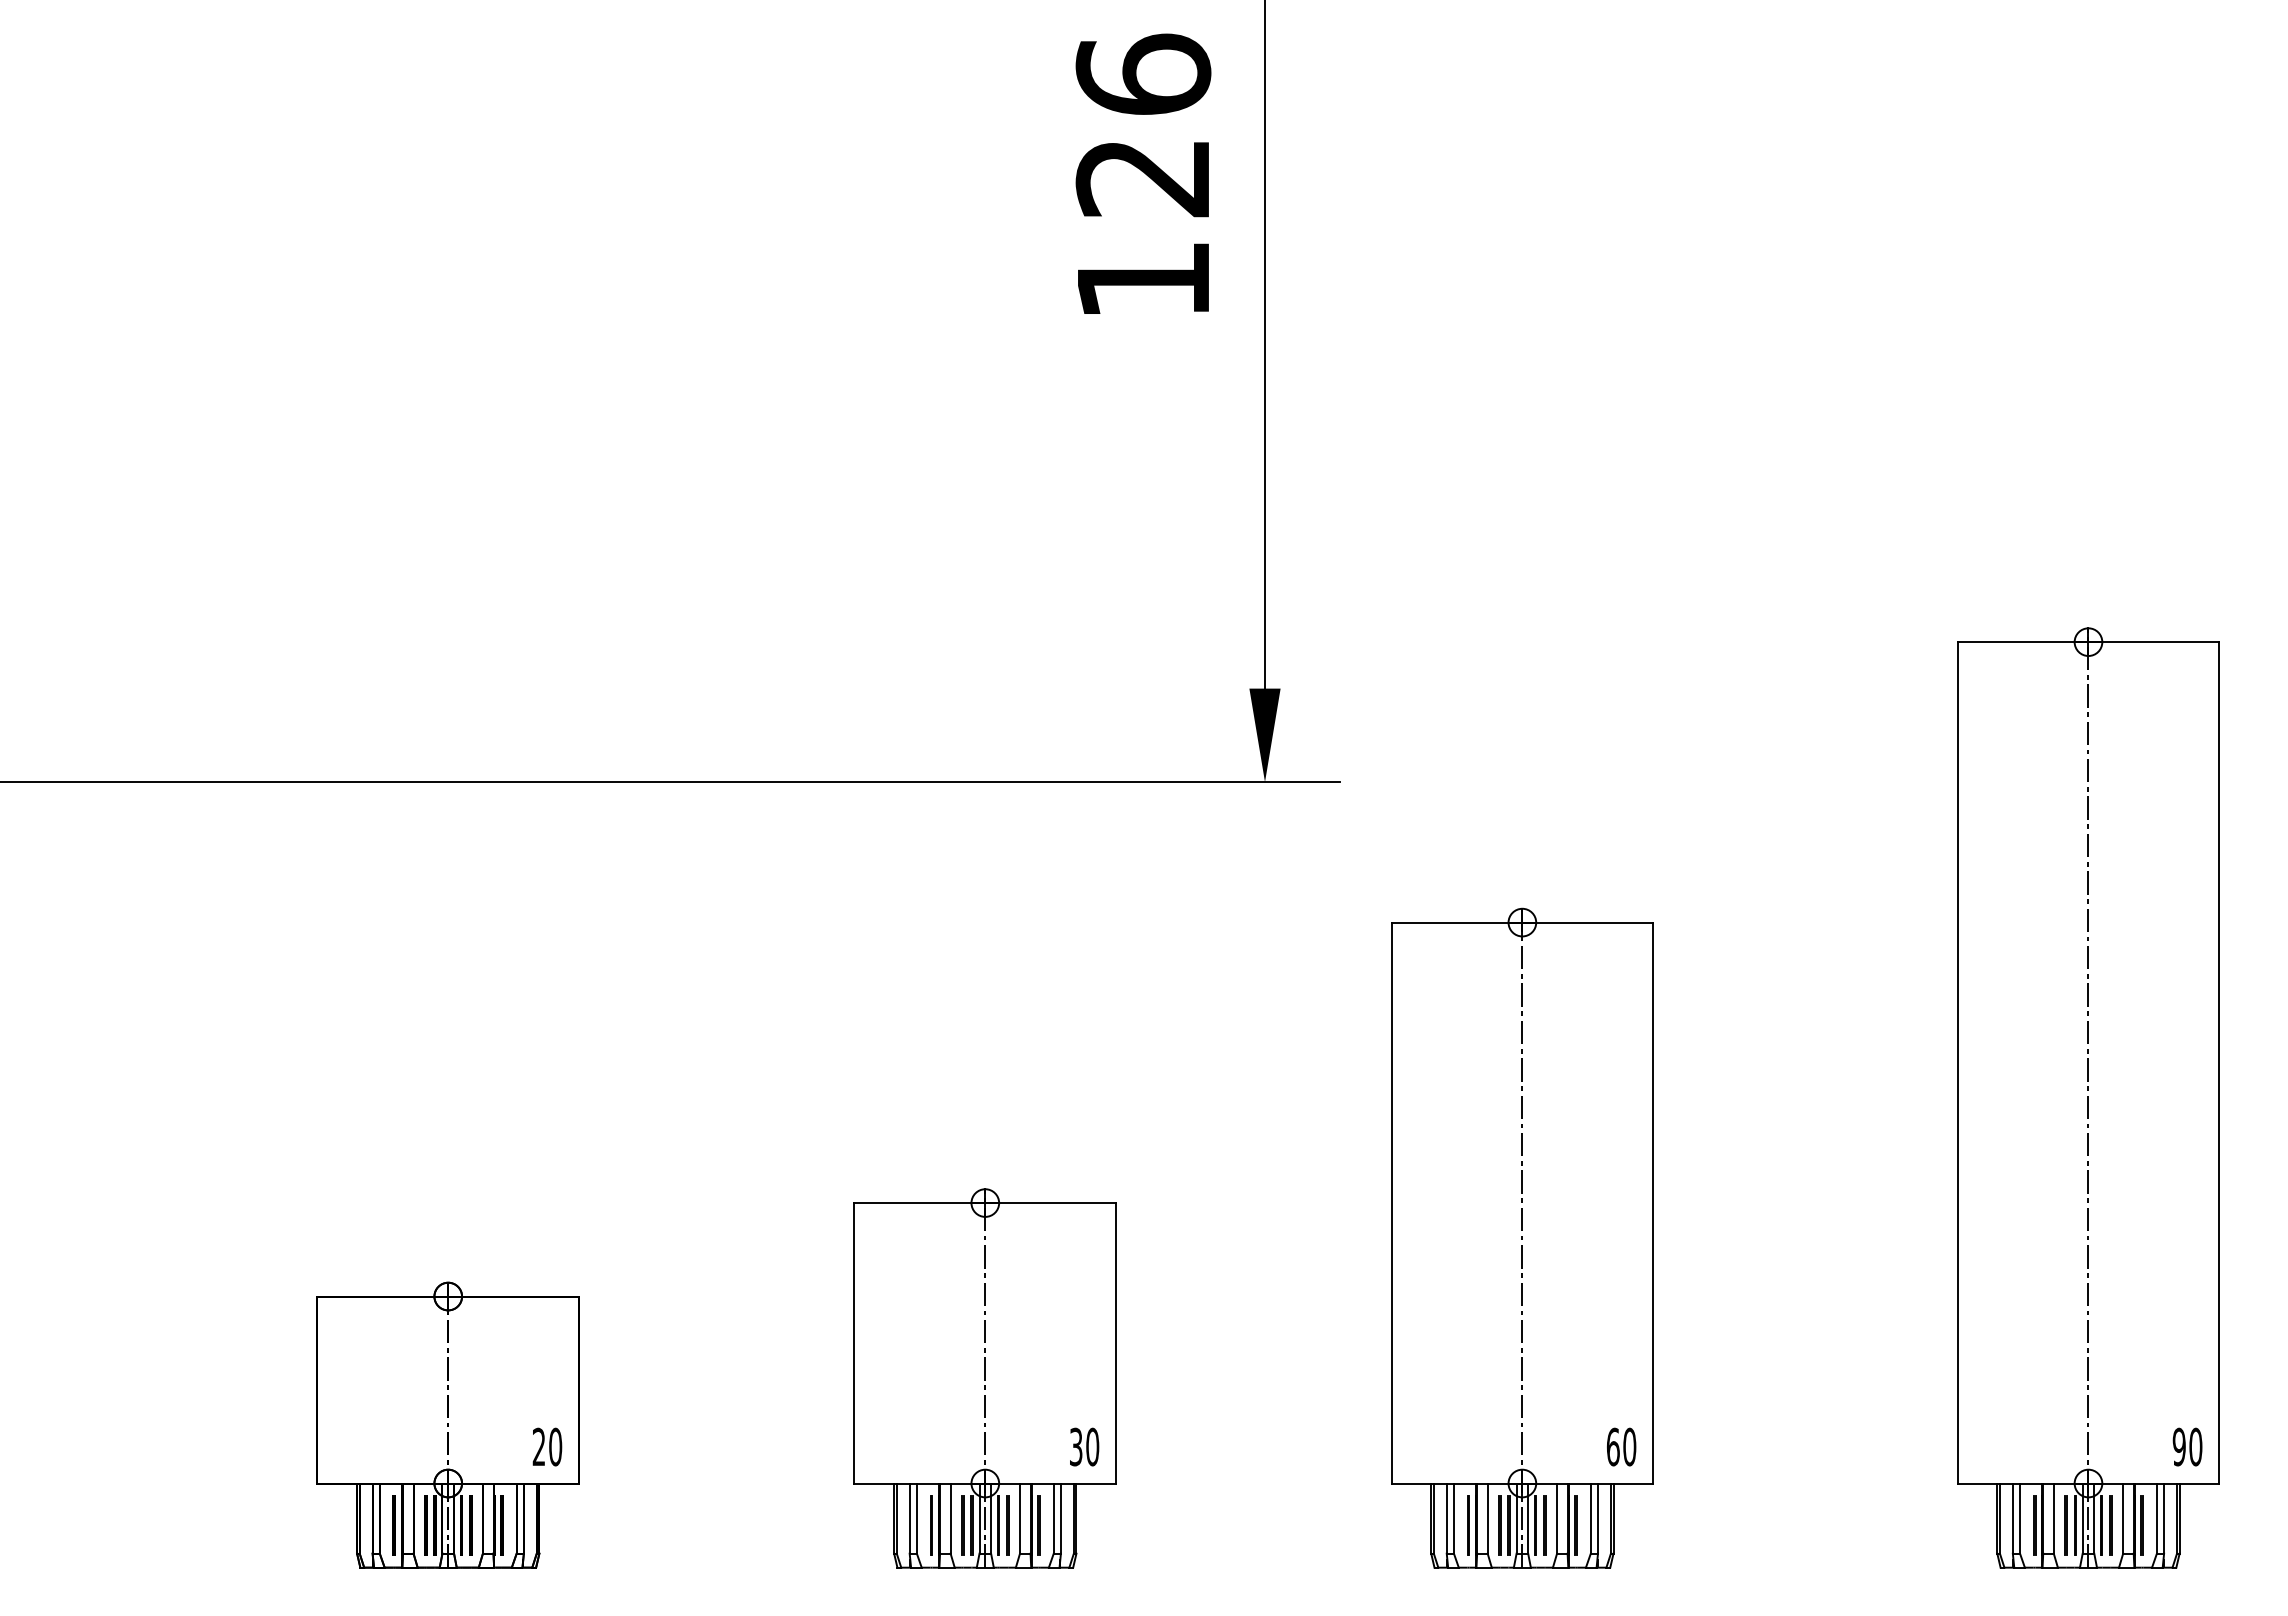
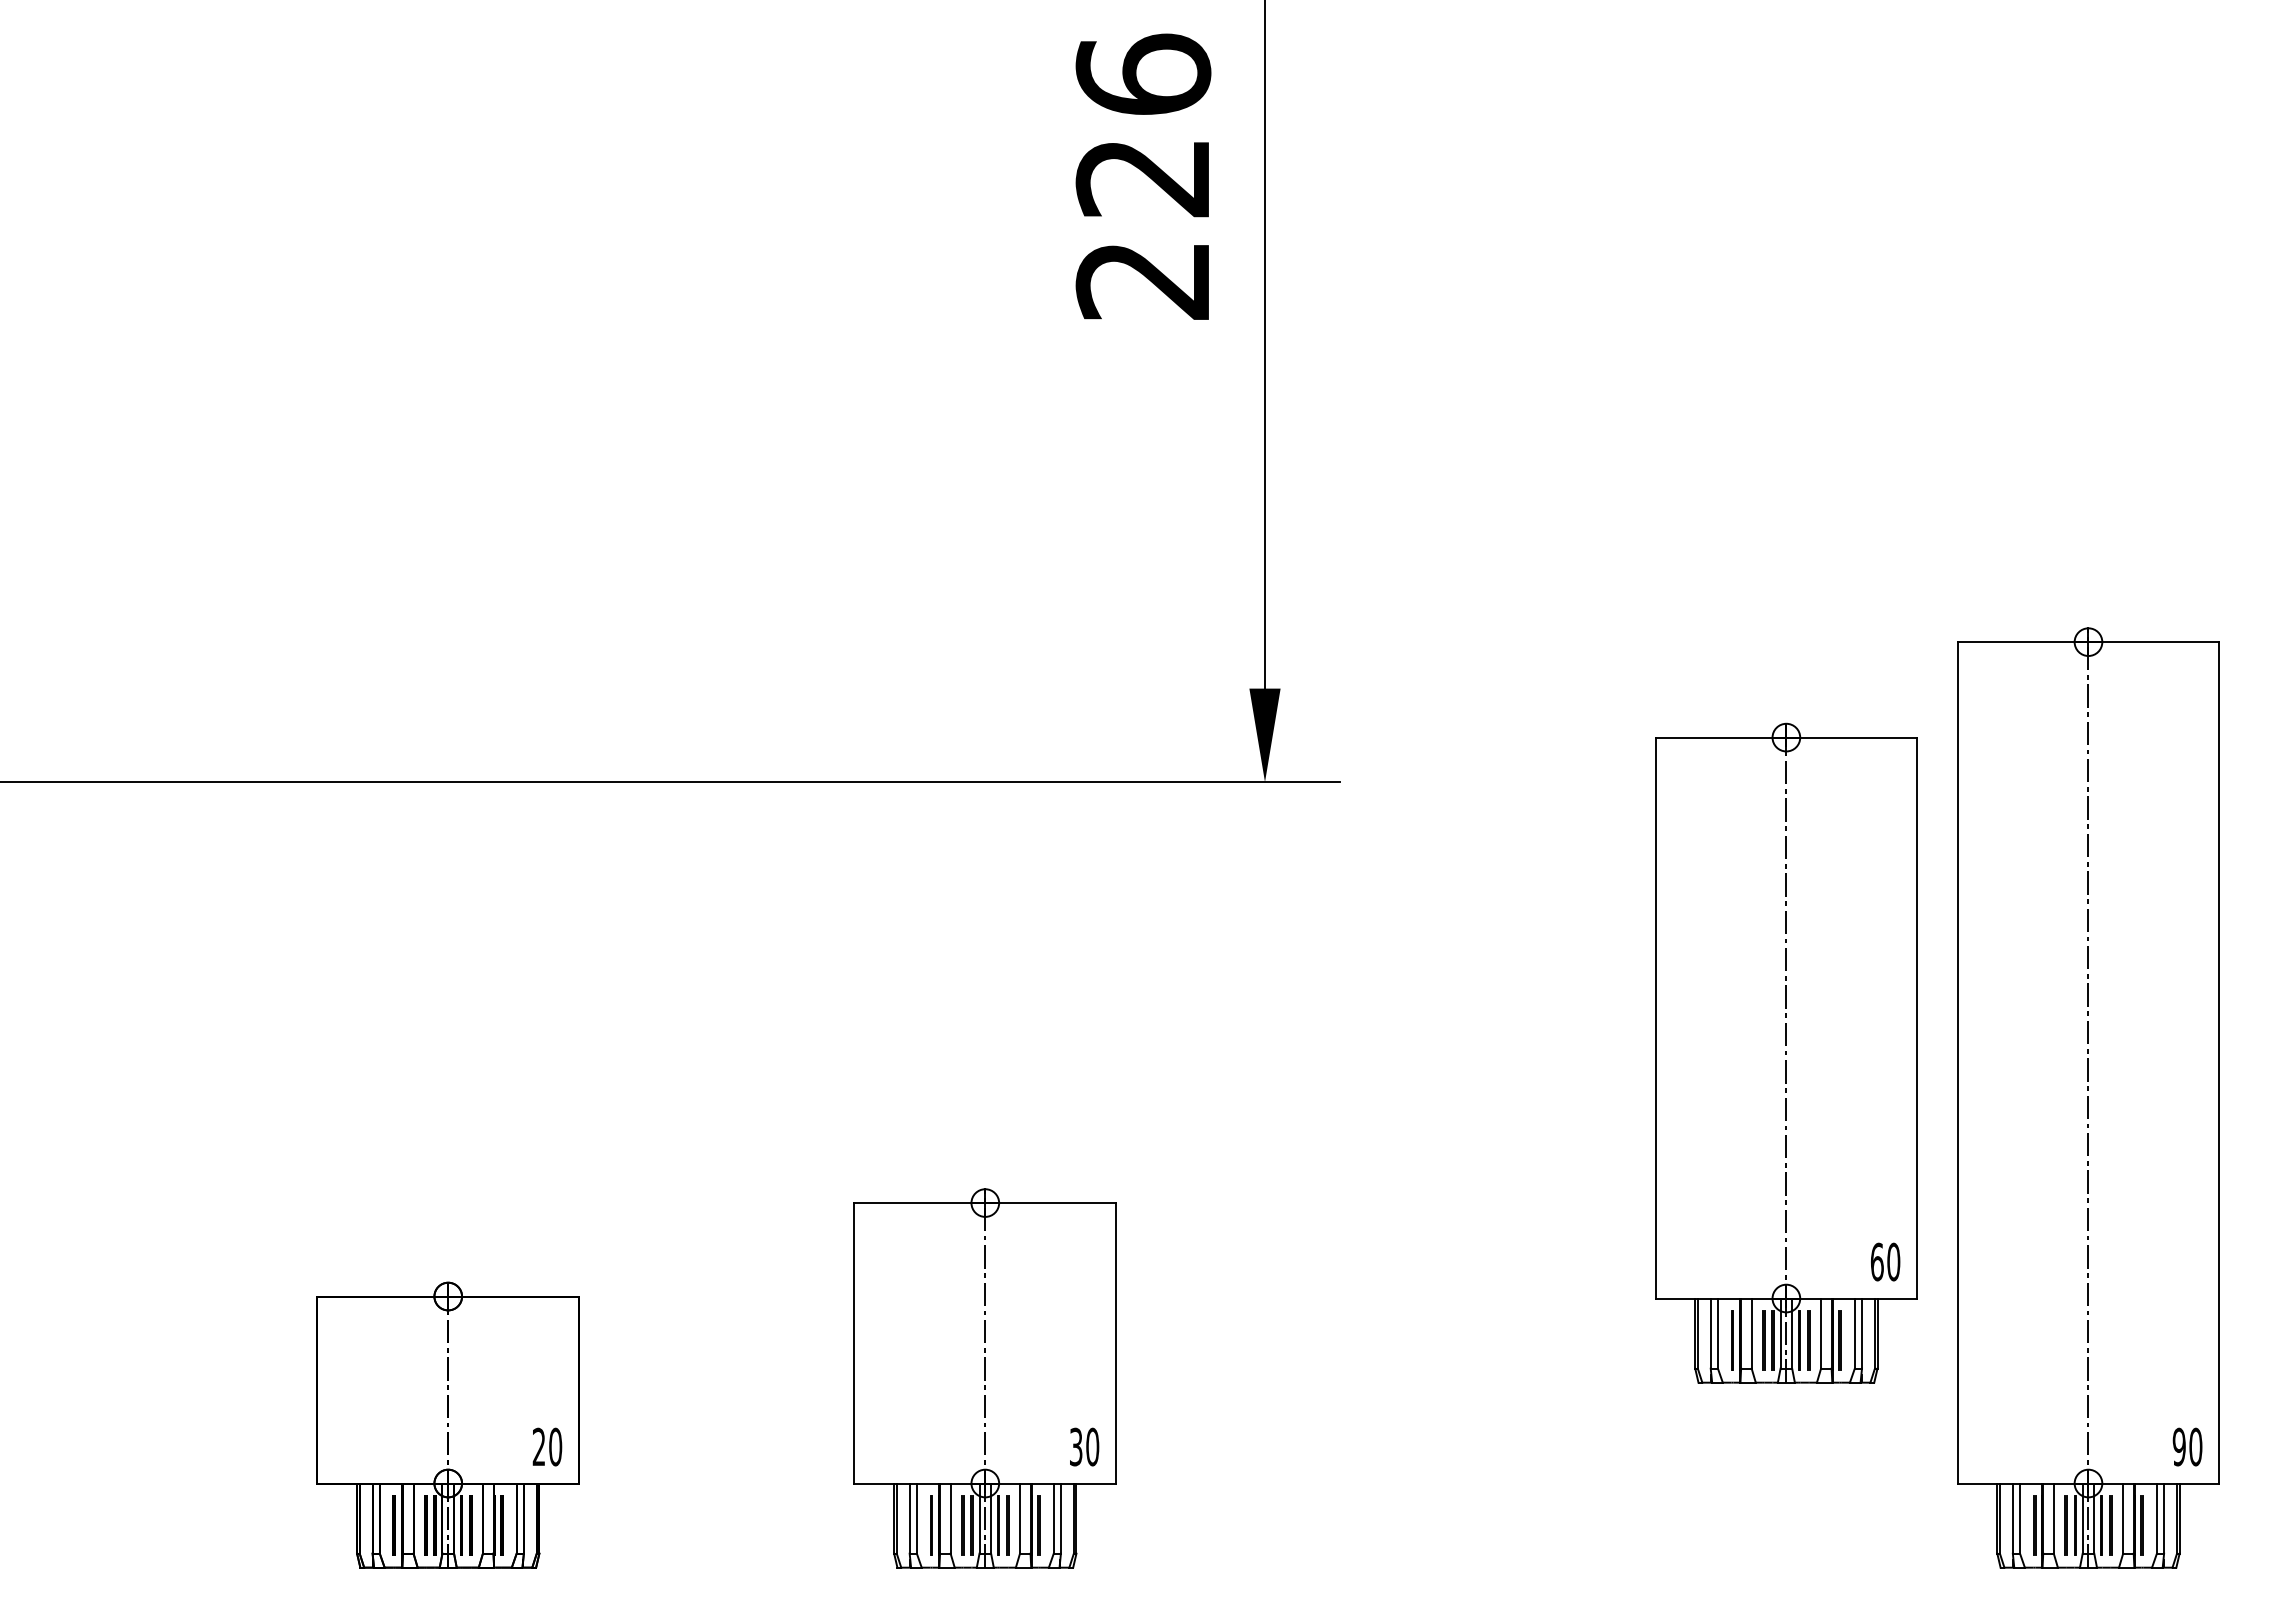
text at (1141, 281): 126 -> 226
part at (1522, 1237) position: (1522, 1237) -> (1786, 1052)
